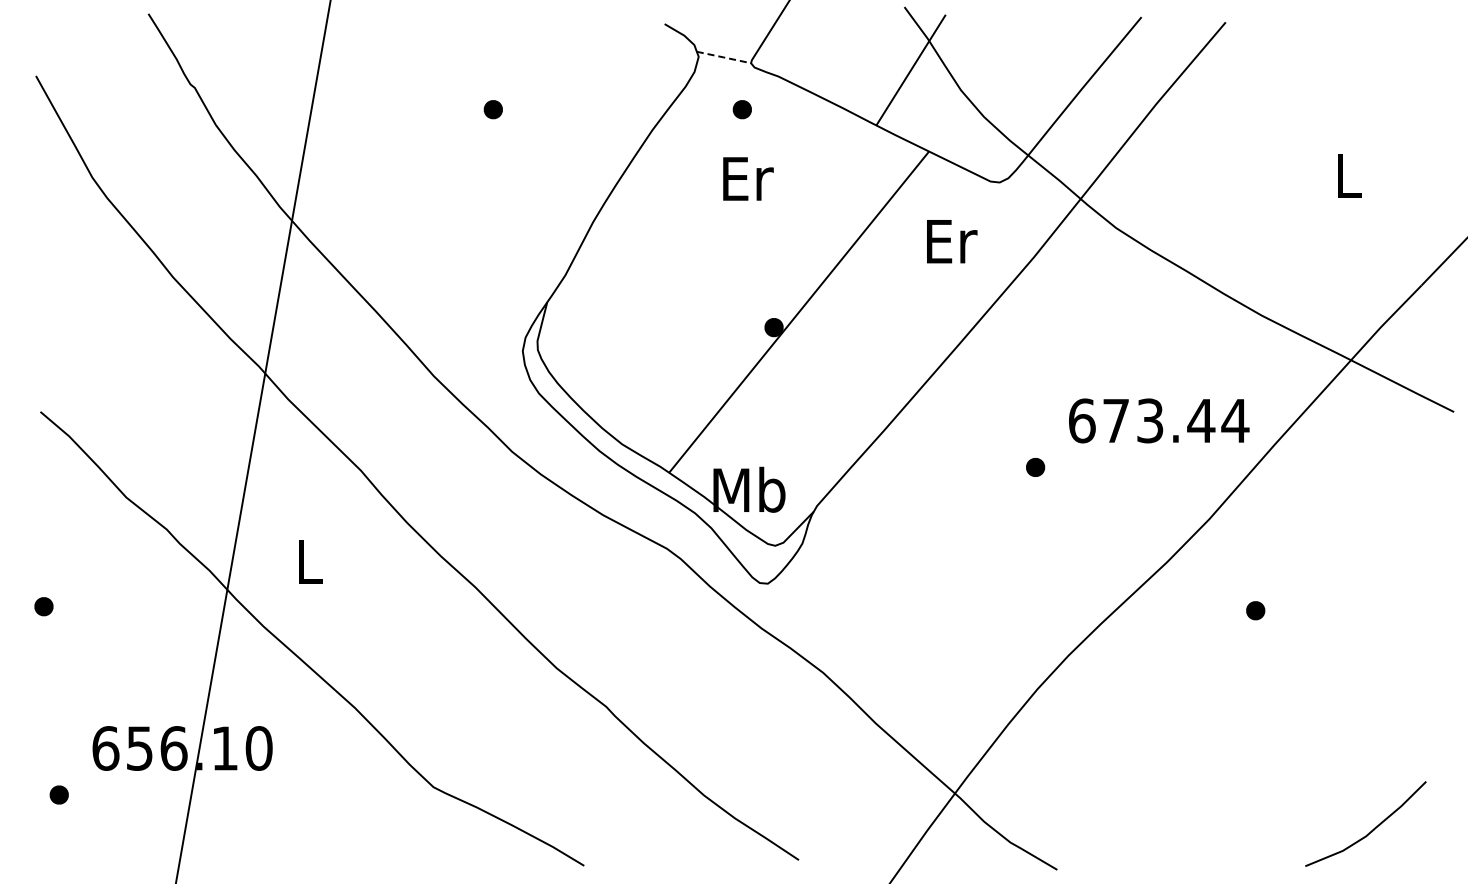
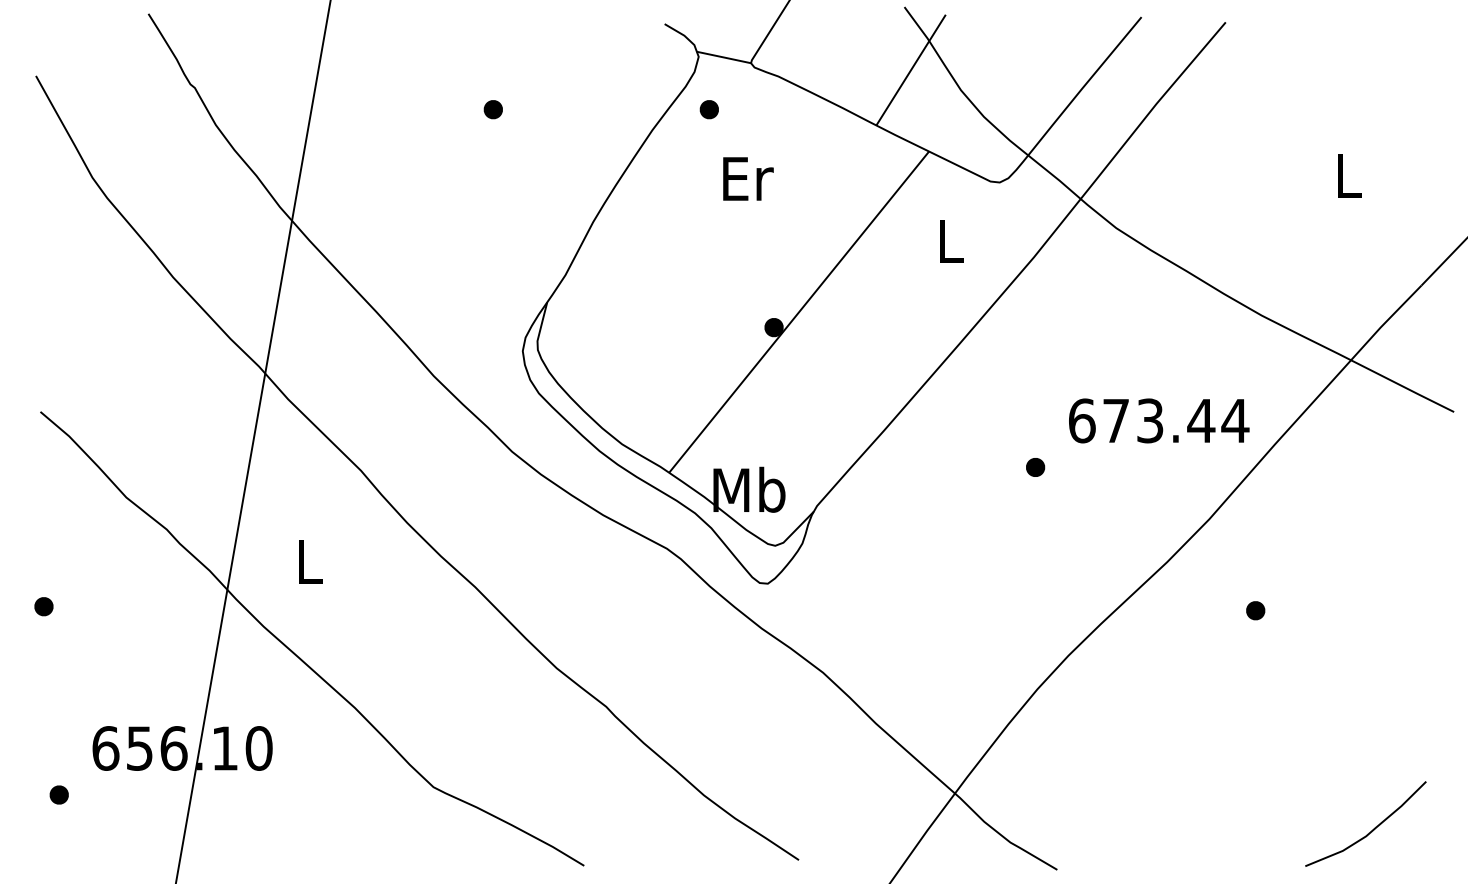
line at (723, 57): dashed -> solid
part at (741, 109) position: (741, 109) -> (708, 109)
text at (952, 241): Er -> L
